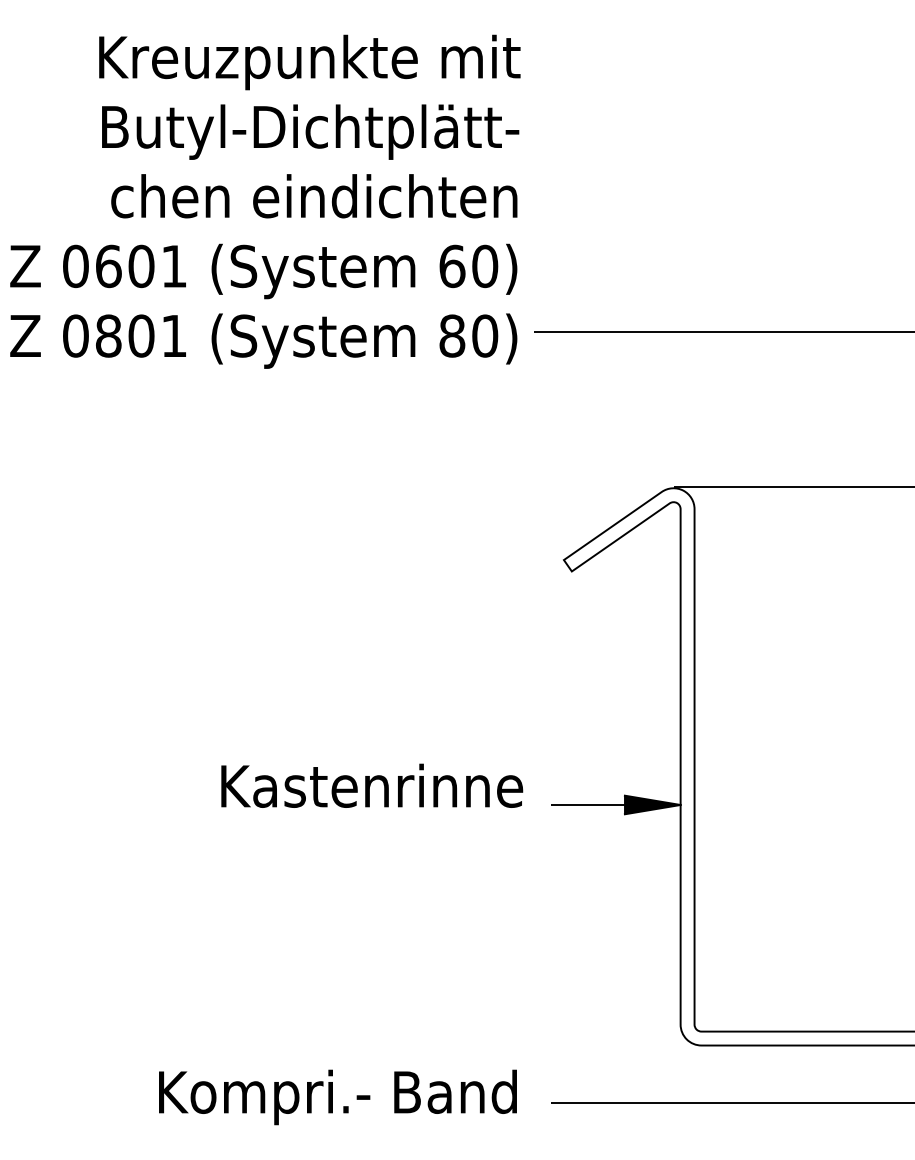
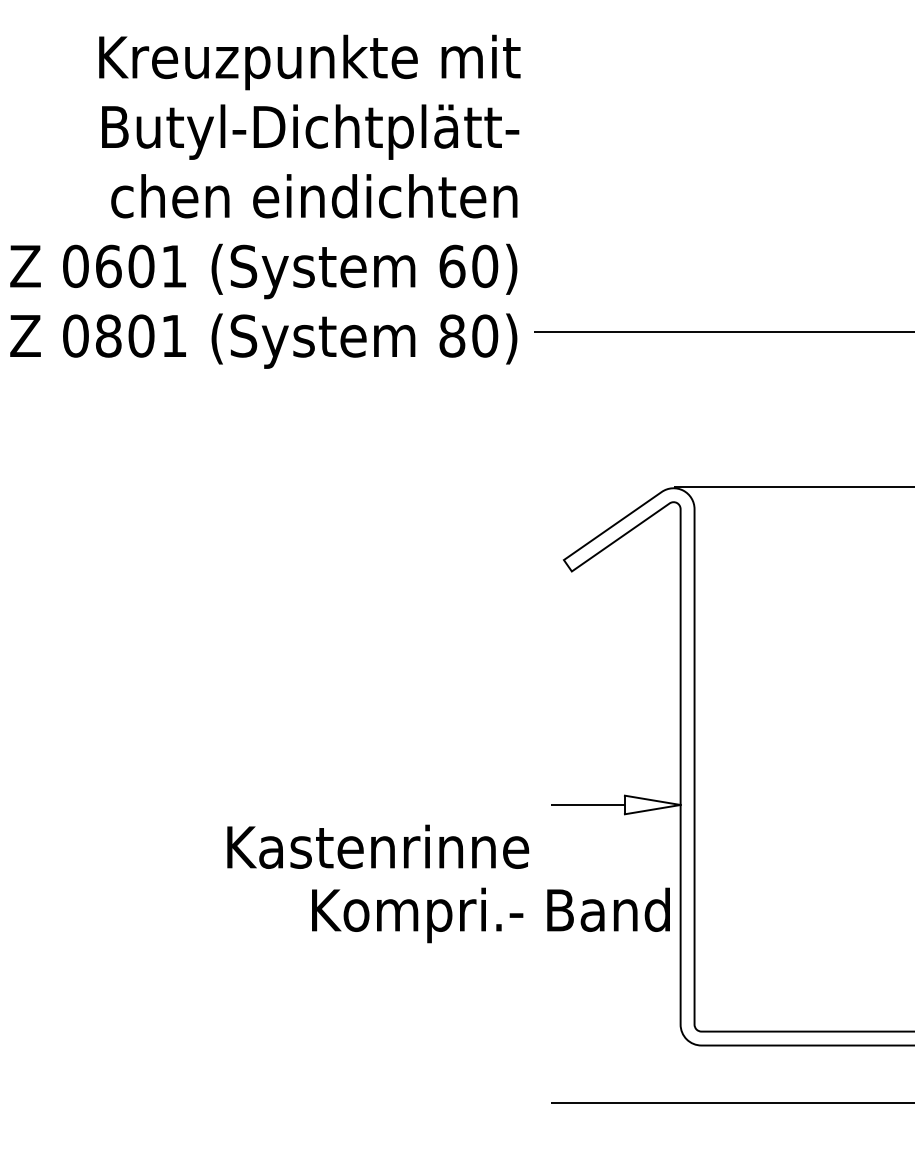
text at (372, 785) position: (372, 785) -> (378, 846)
fill at (652, 804): present -> none
text at (337, 1097) position: (337, 1097) -> (490, 915)
